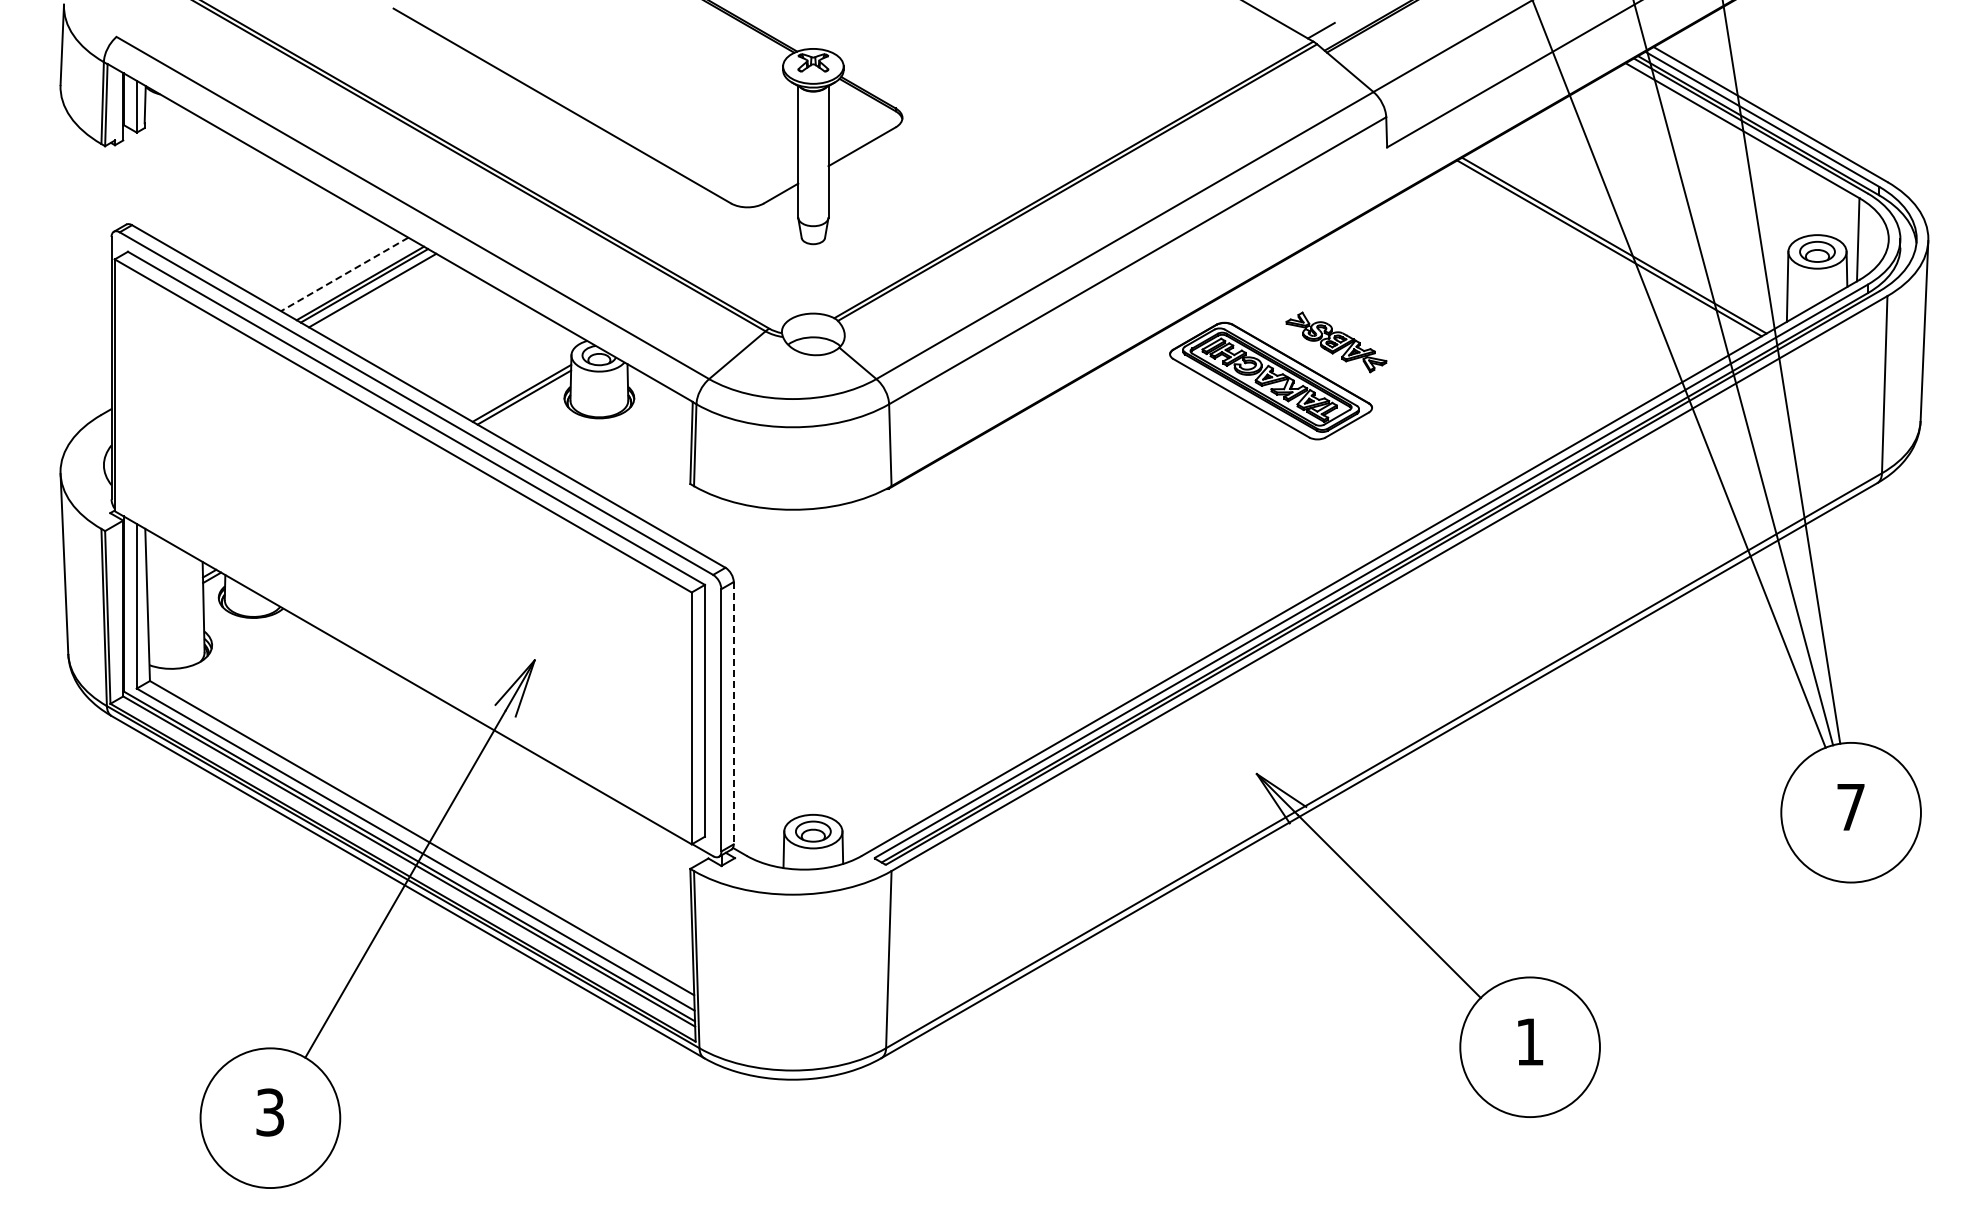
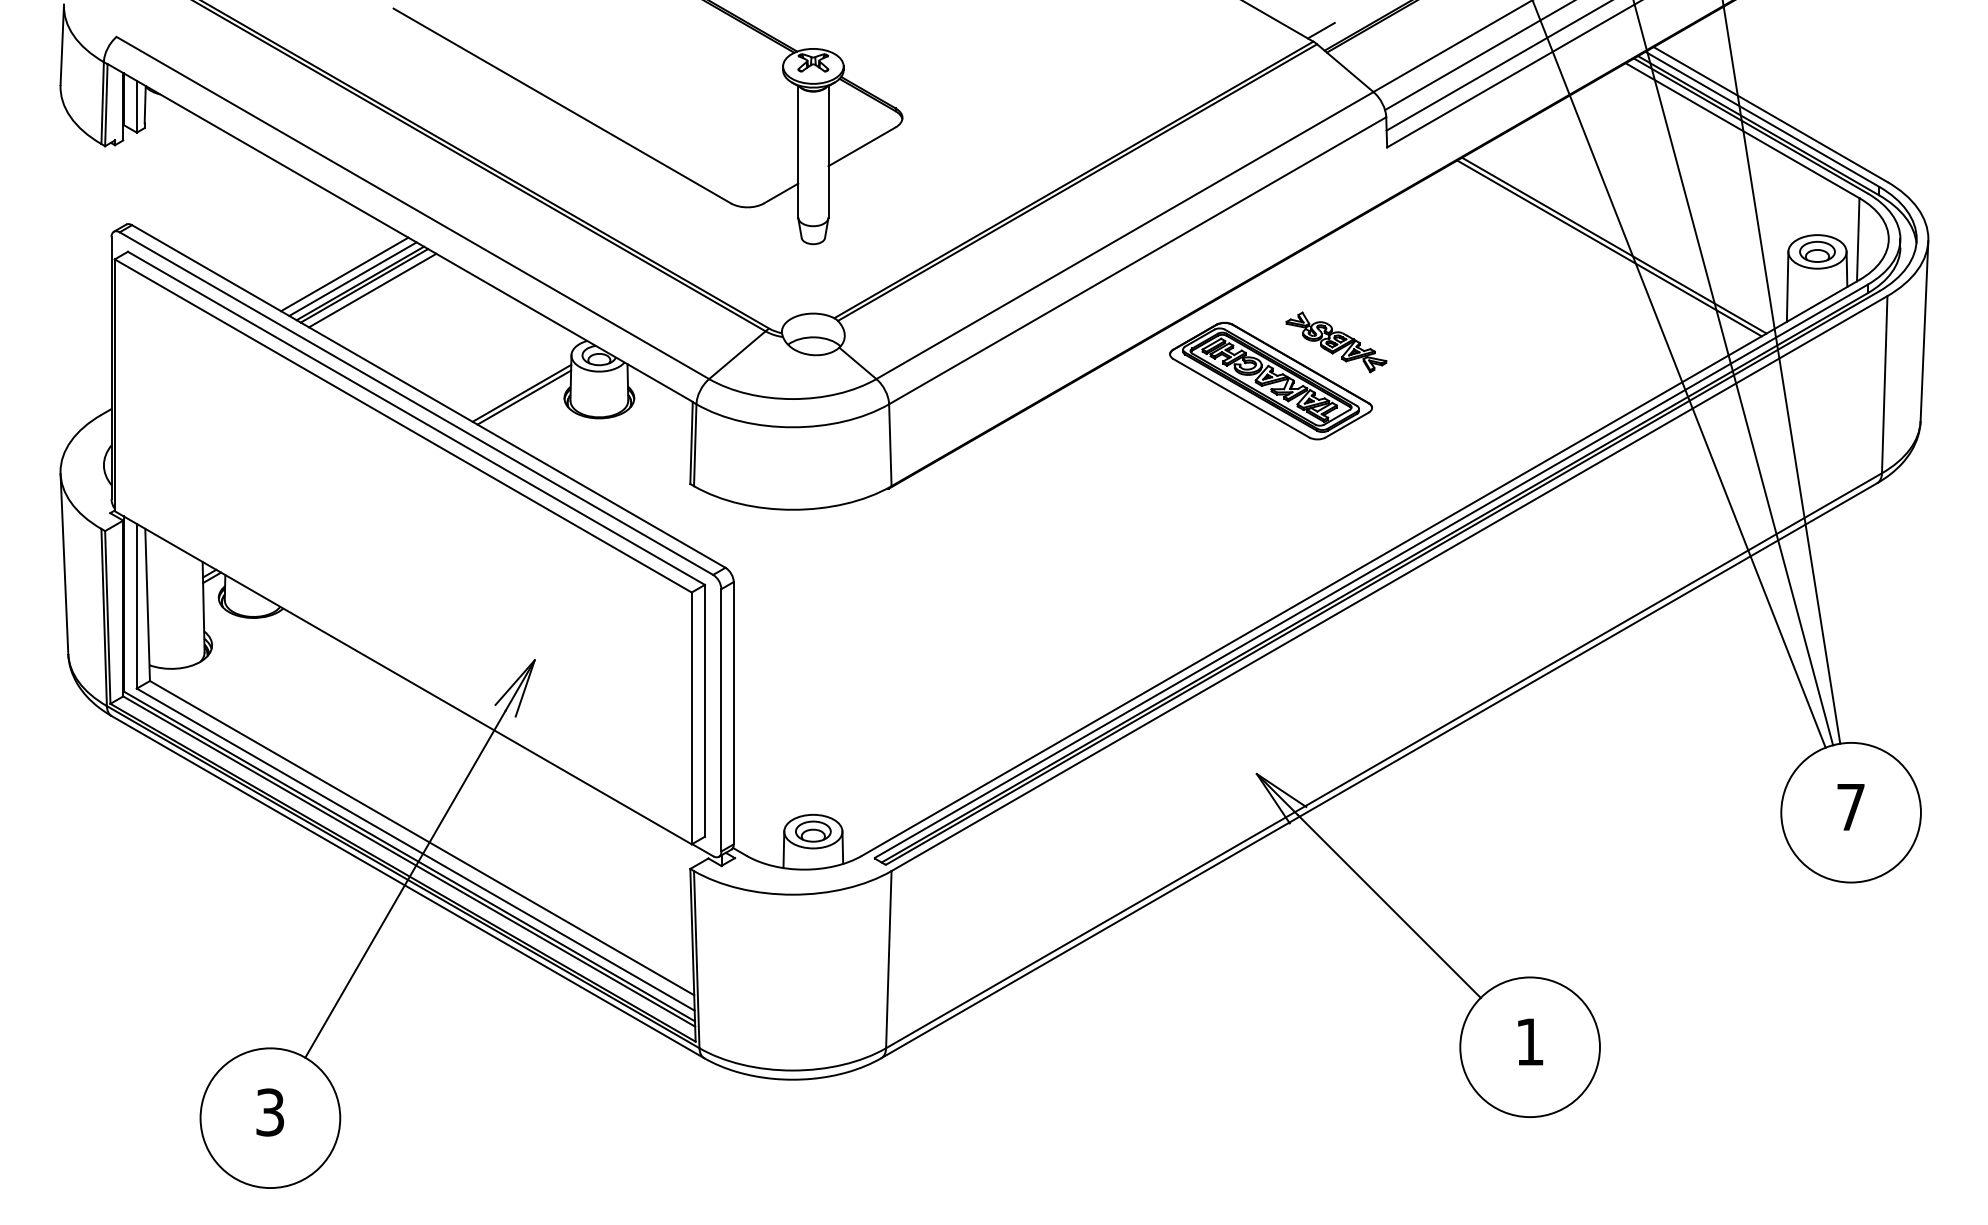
line at (1478, 56): none -> present
line at (1497, 66): none -> present
line at (344, 274): dashed -> solid
line at (352, 278): none -> present
line at (733, 713): dashed -> solid
